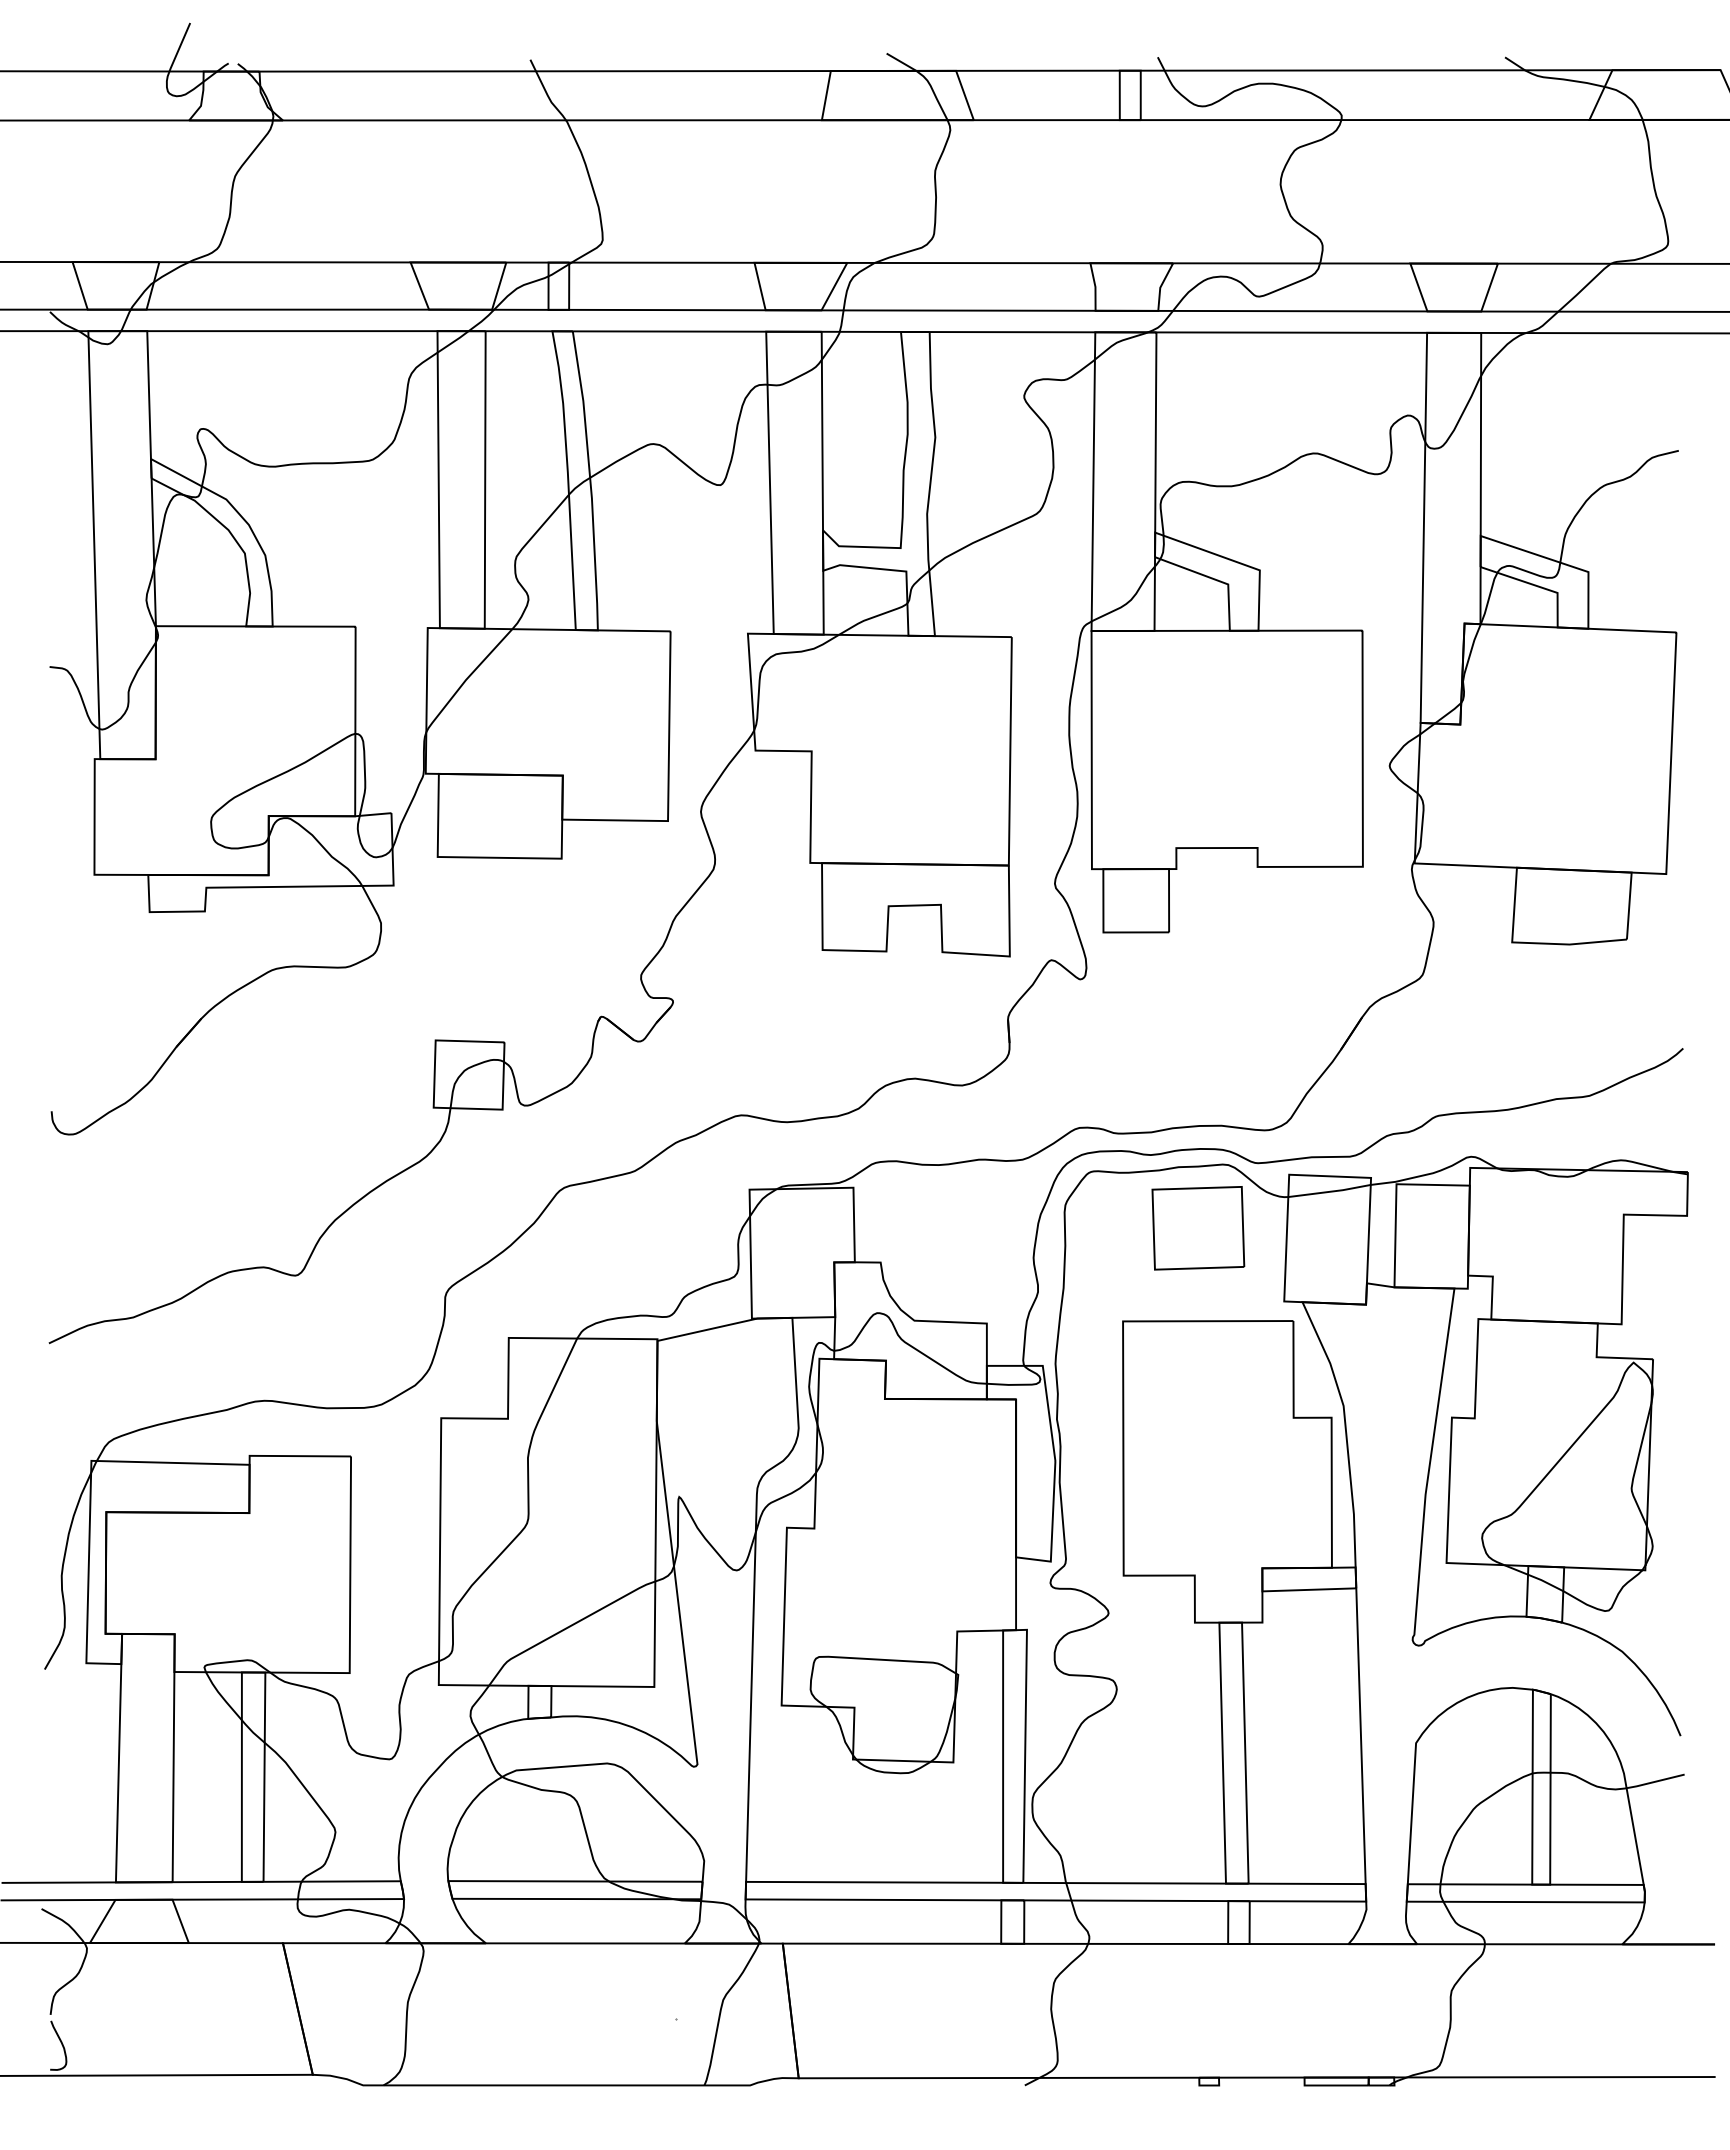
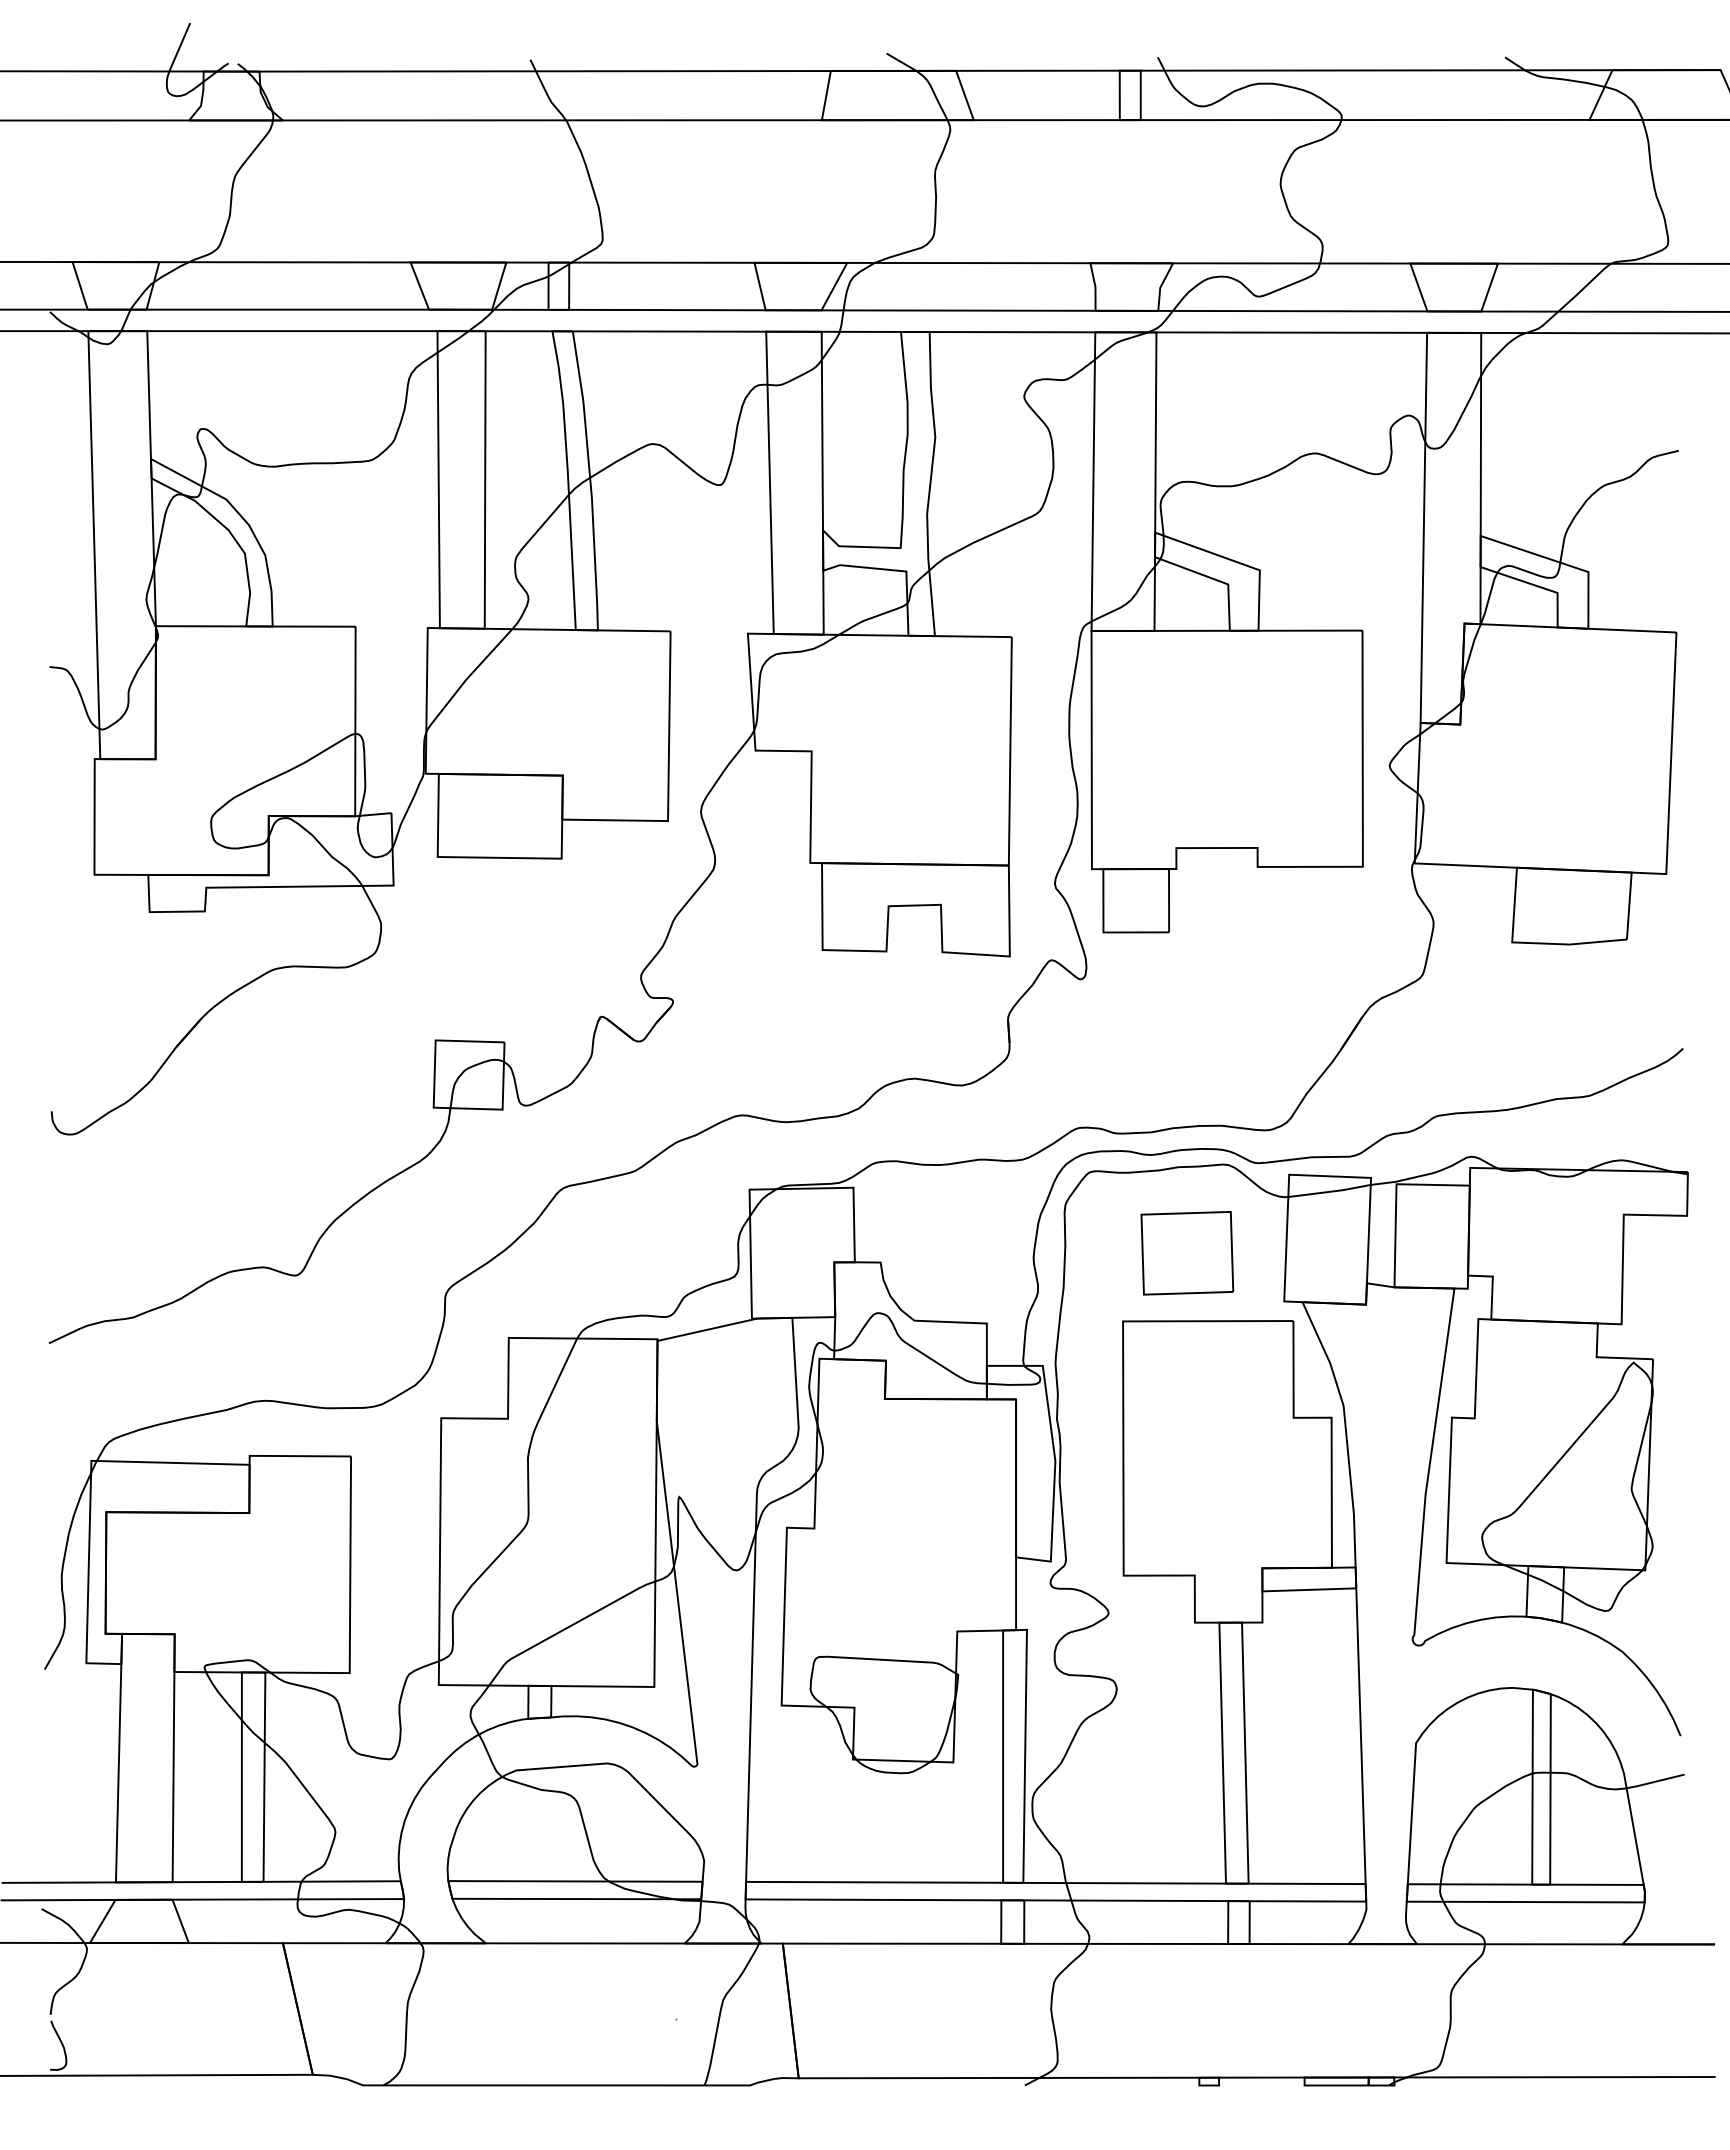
part at (1198, 1228) position: (1198, 1228) -> (1187, 1253)
